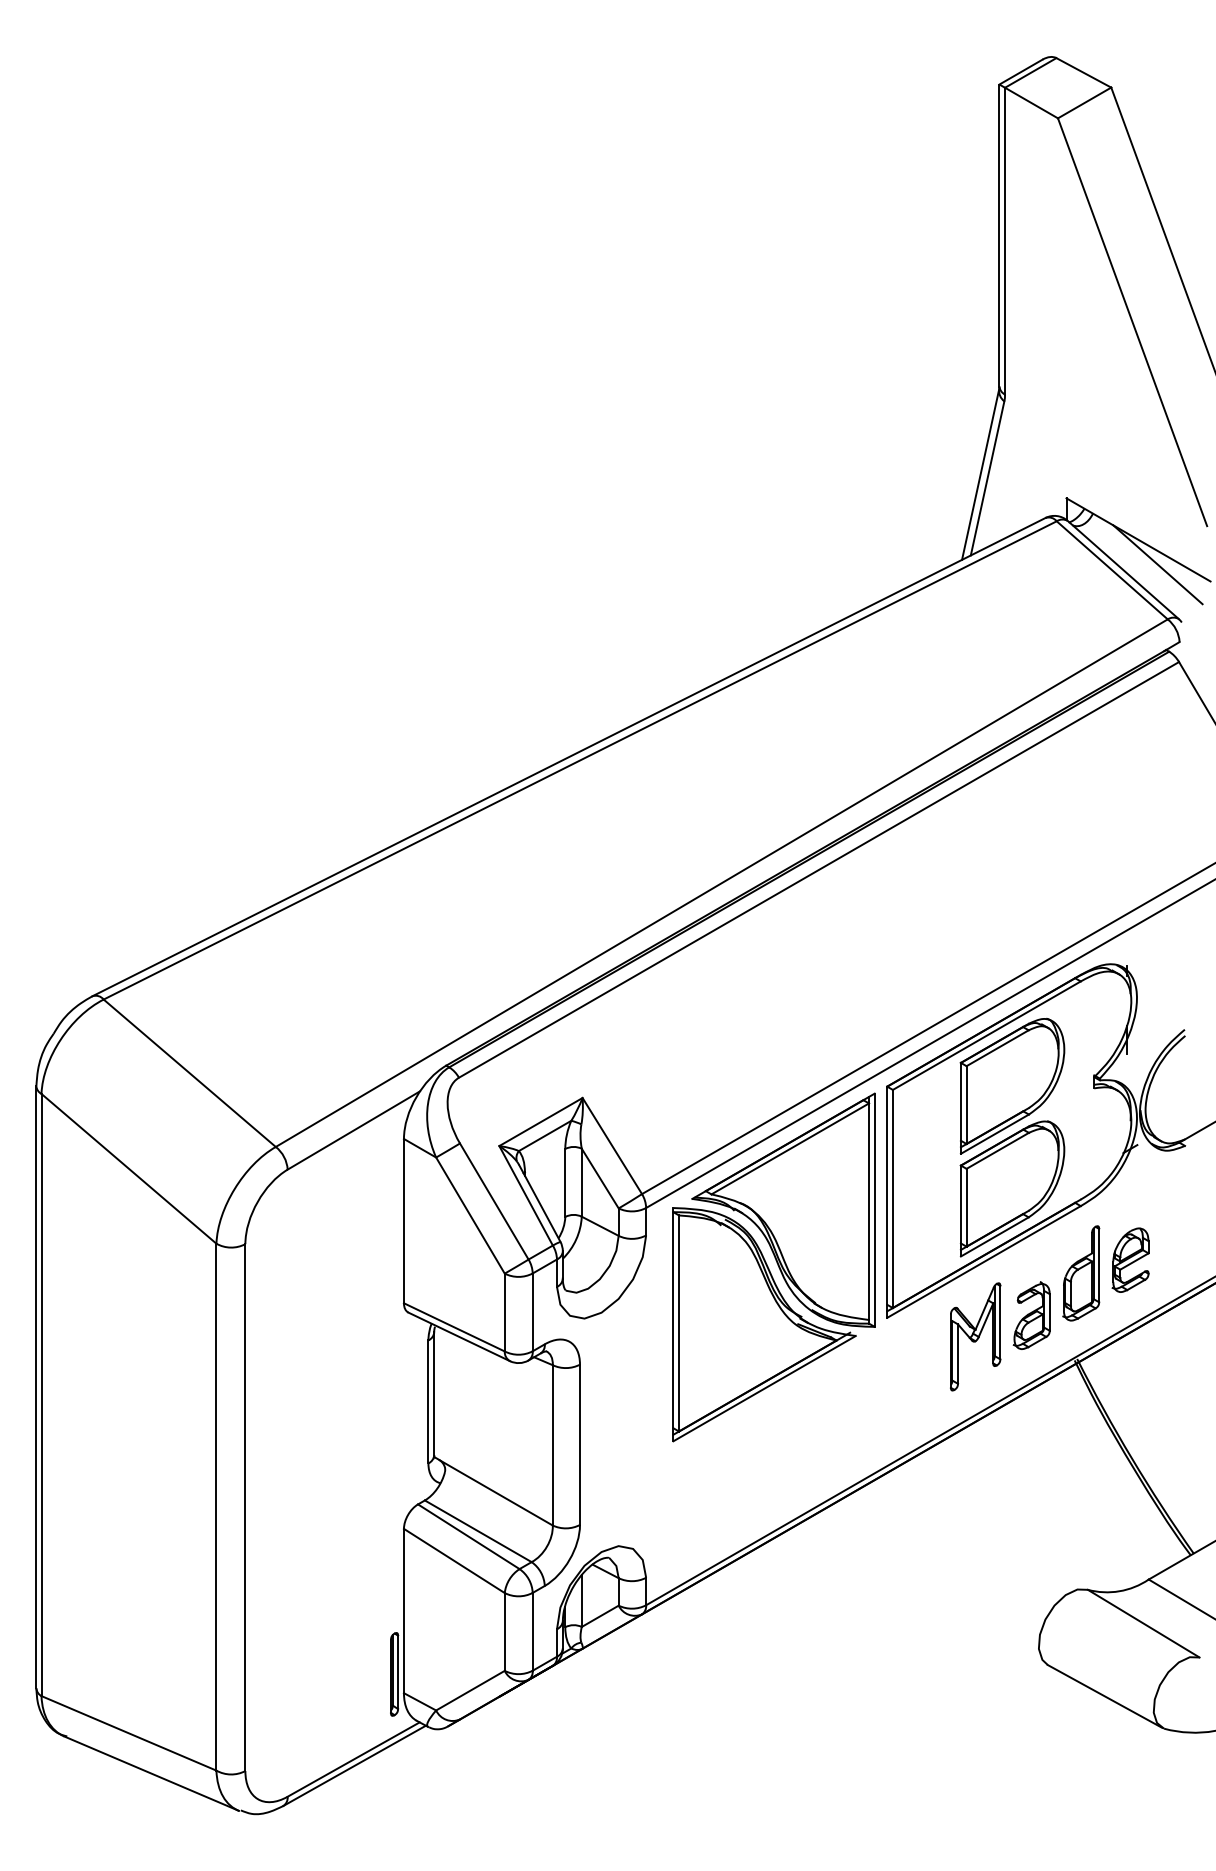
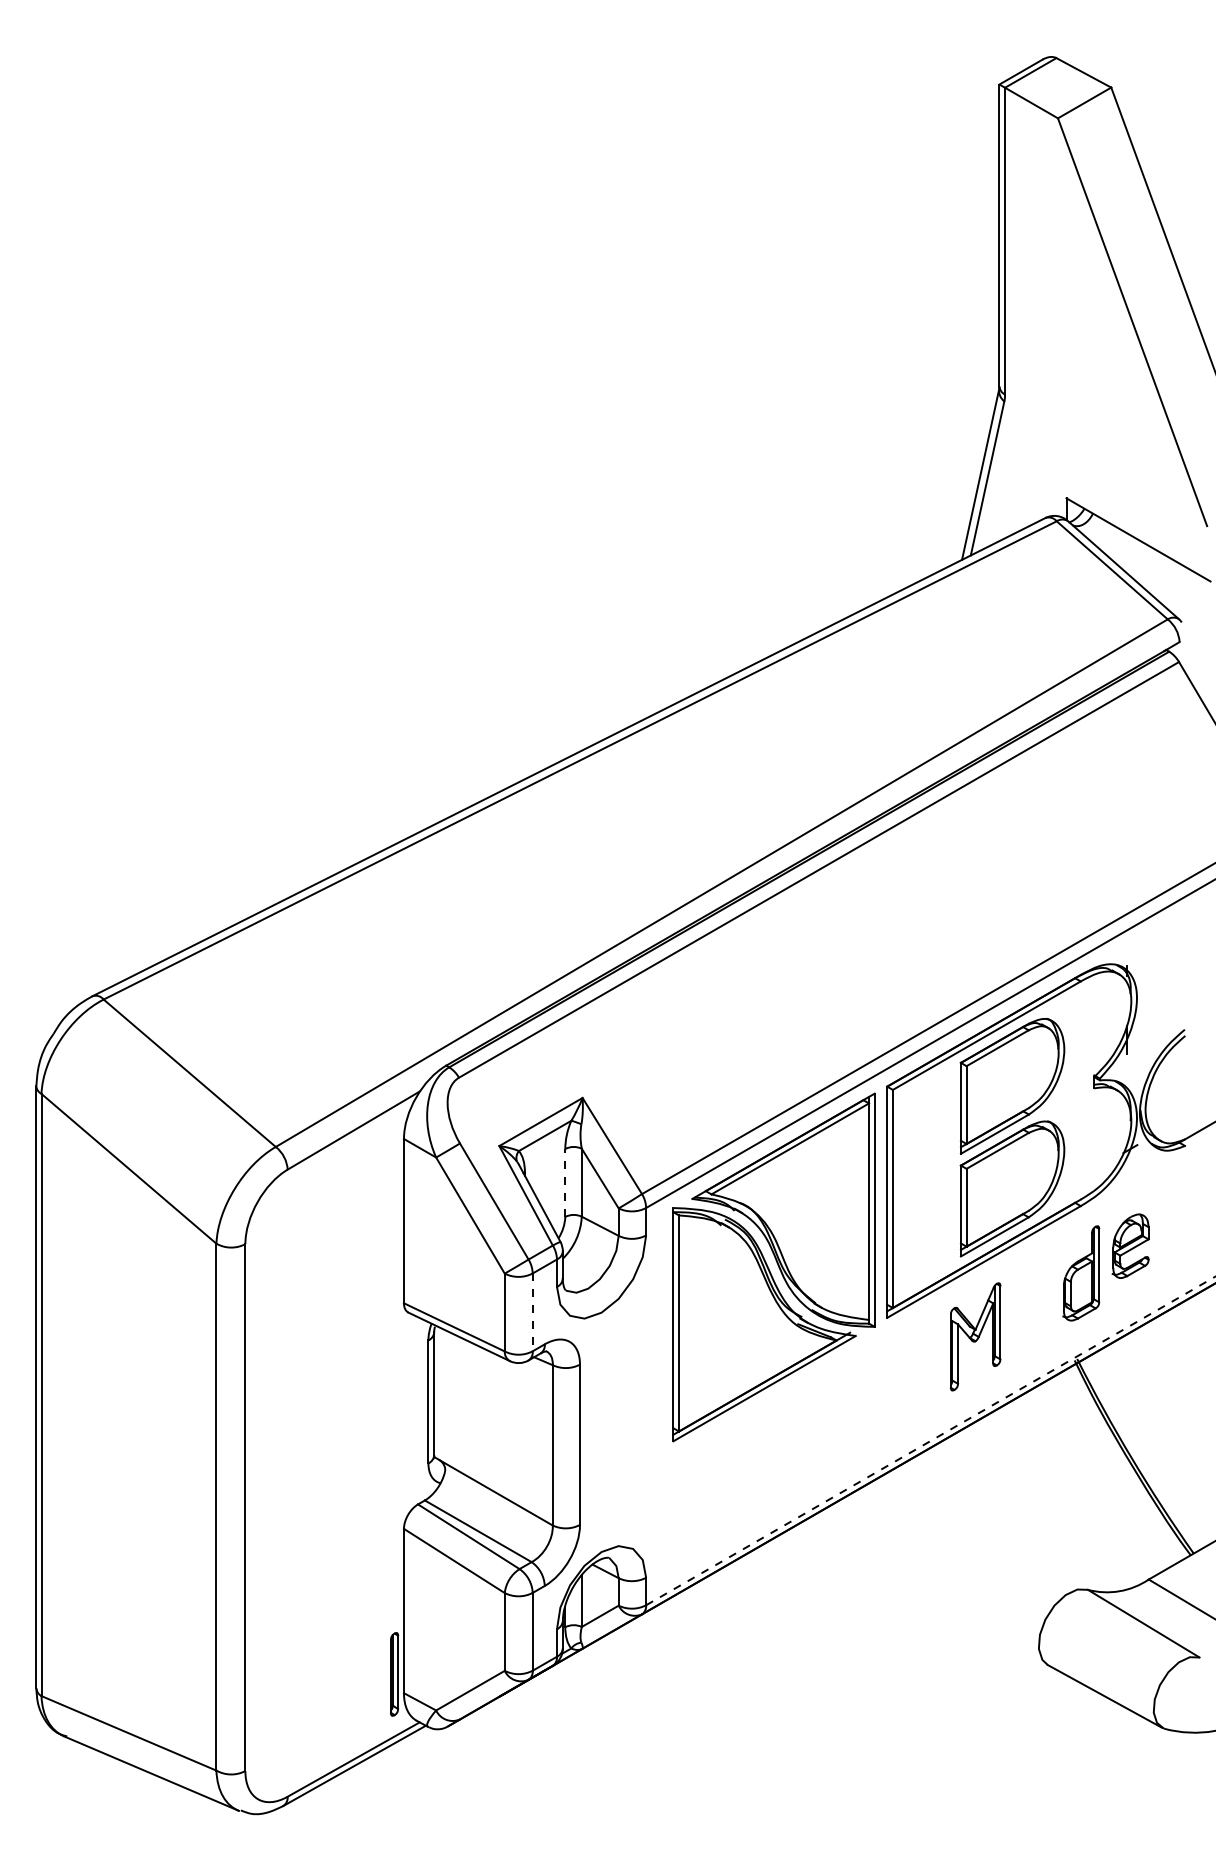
line at (1157, 564): present -> none
line at (565, 1182): solid -> dashed
part at (1130, 1259) position: (1130, 1259) -> (1130, 1245)
line at (532, 1312): solid -> dashed
part at (1031, 1315): present -> none
line at (931, 1440): solid -> dashed
